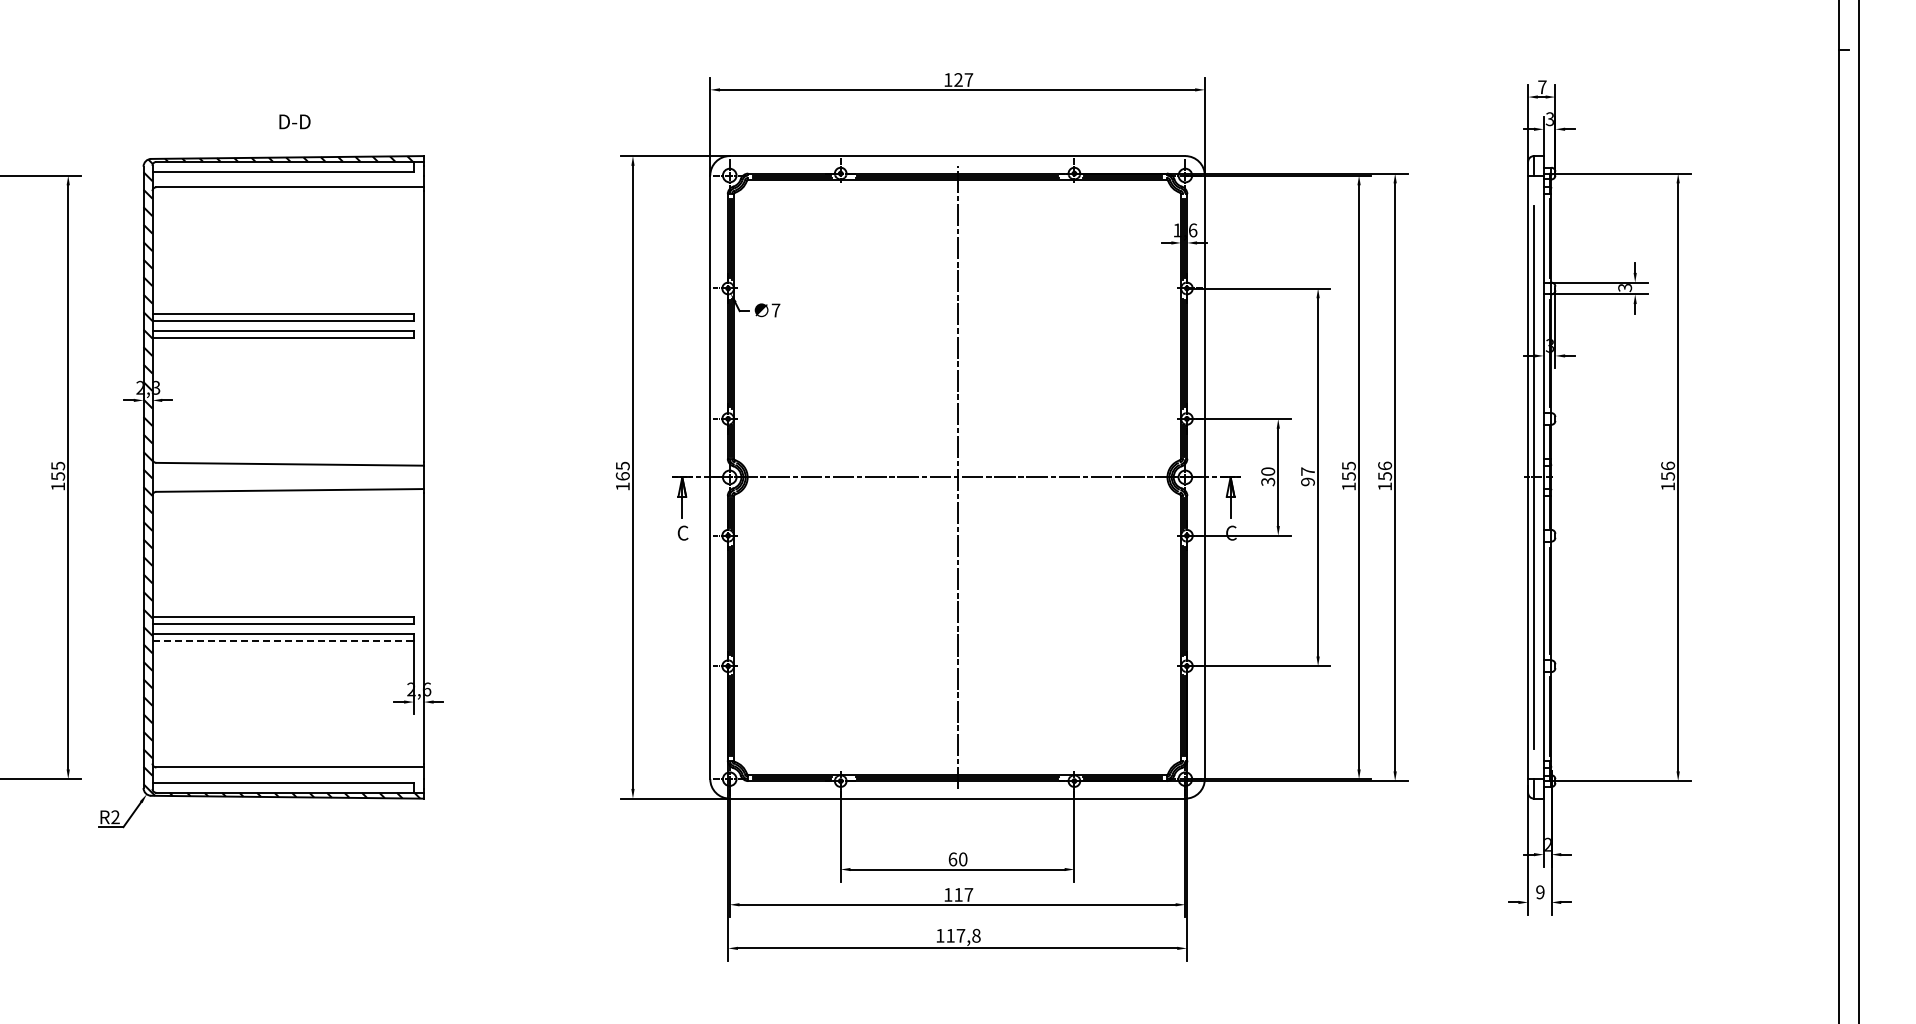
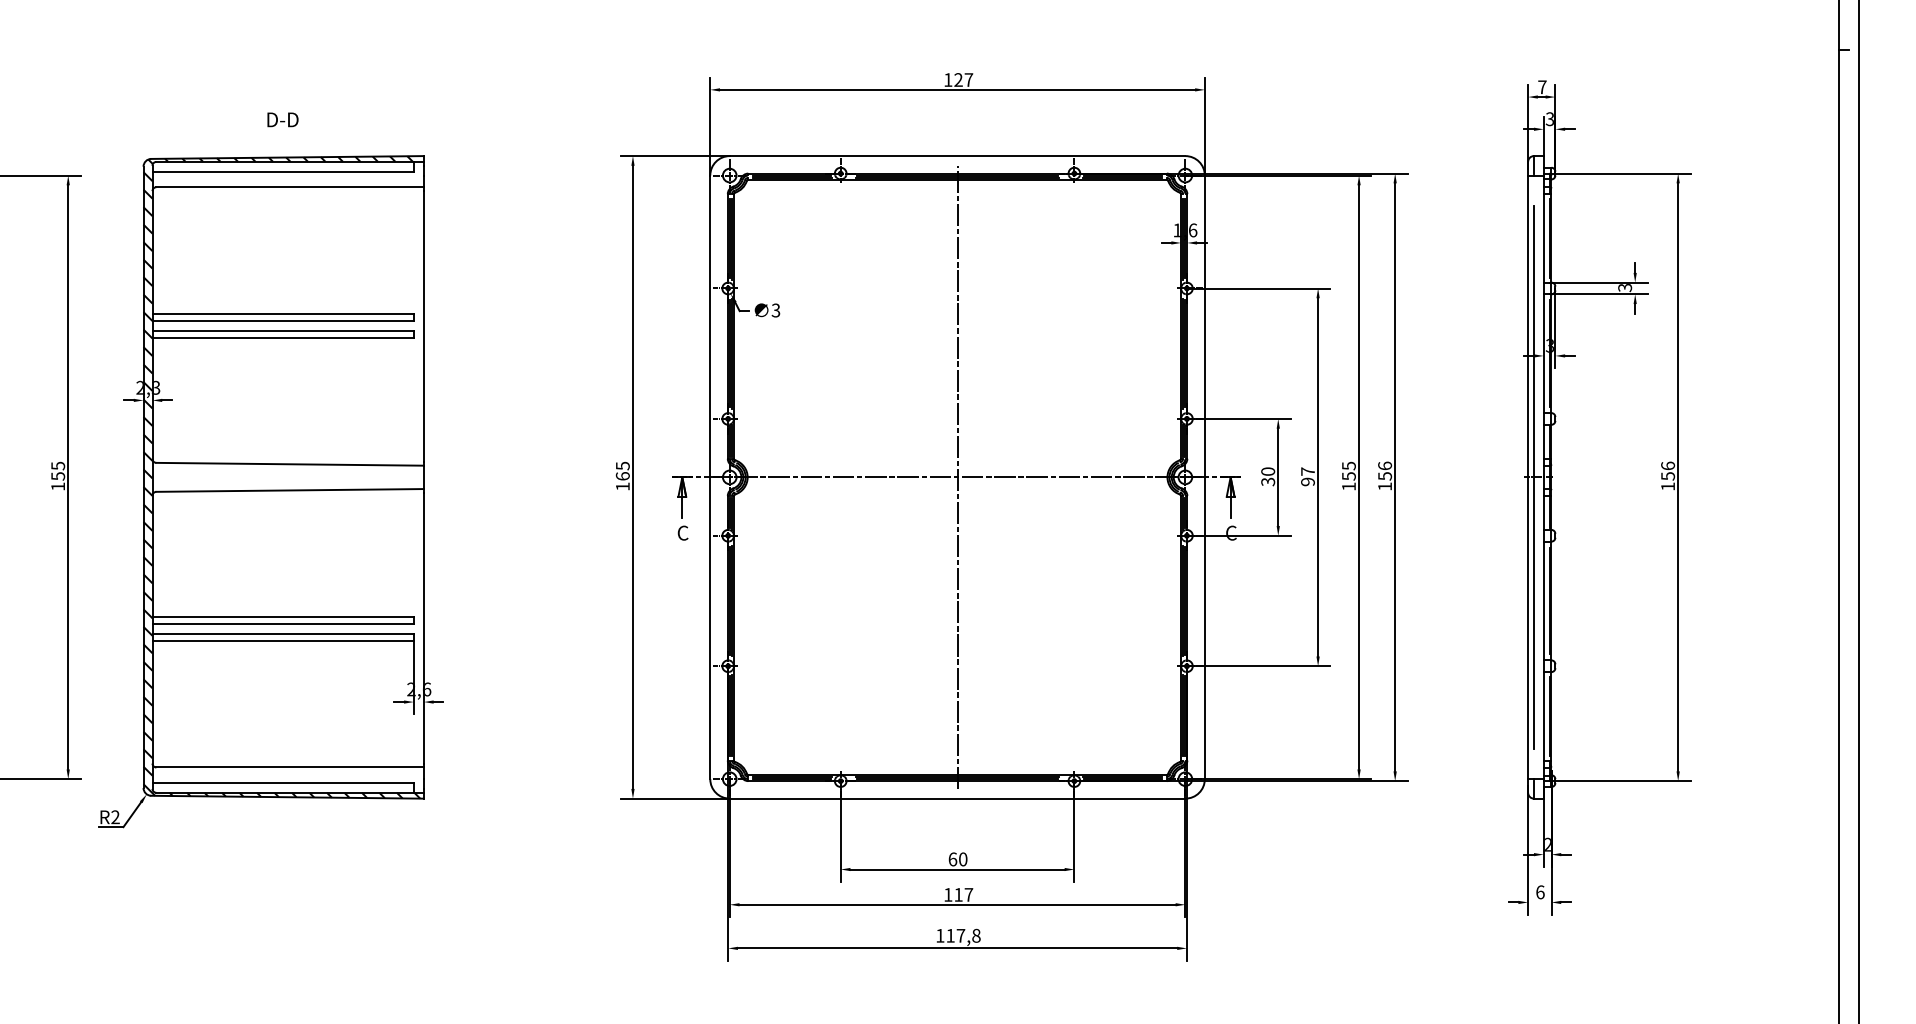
text at (294, 121) position: (294, 121) -> (282, 119)
text at (775, 310): 7 -> 3
line at (283, 640): dashed -> solid
text at (1540, 892): 9 -> 6
